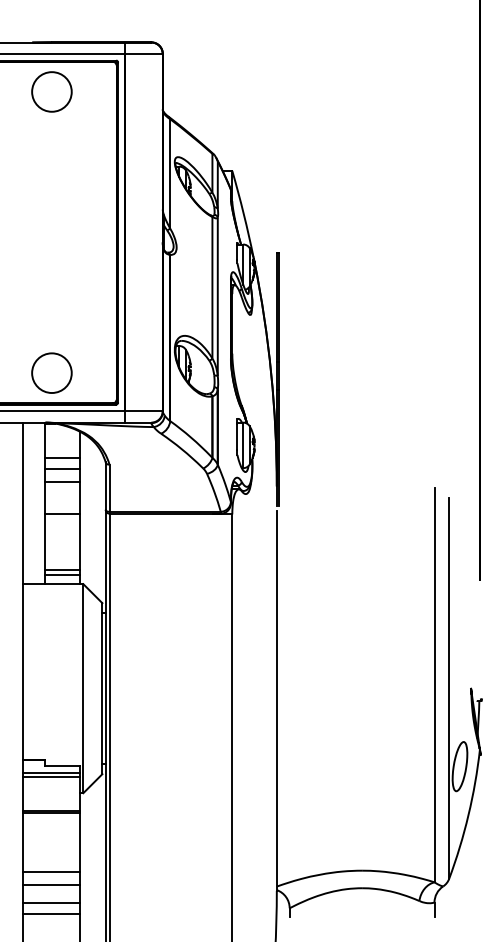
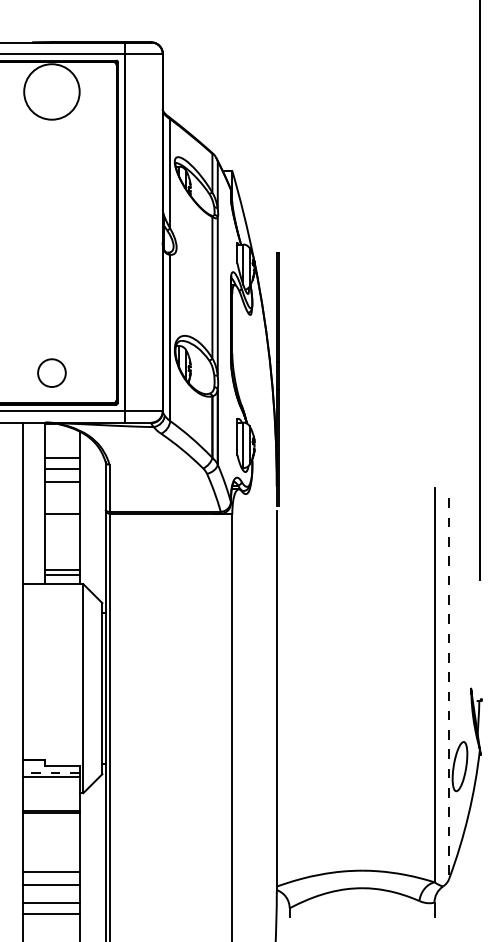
circle at (51, 91) diameter: 40 px -> 55 px
circle at (51, 372) size: 42x42 px -> 30x30 px
line at (449, 689): solid -> dashed
line at (50, 772): solid -> dashed
